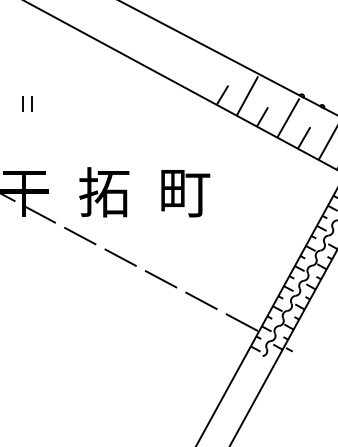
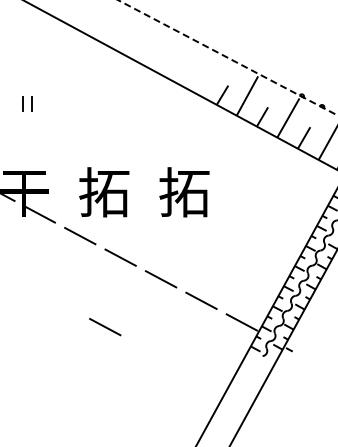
line at (227, 57): solid -> dashed
text at (184, 192): 町 -> 拓
line at (105, 327): none -> present
